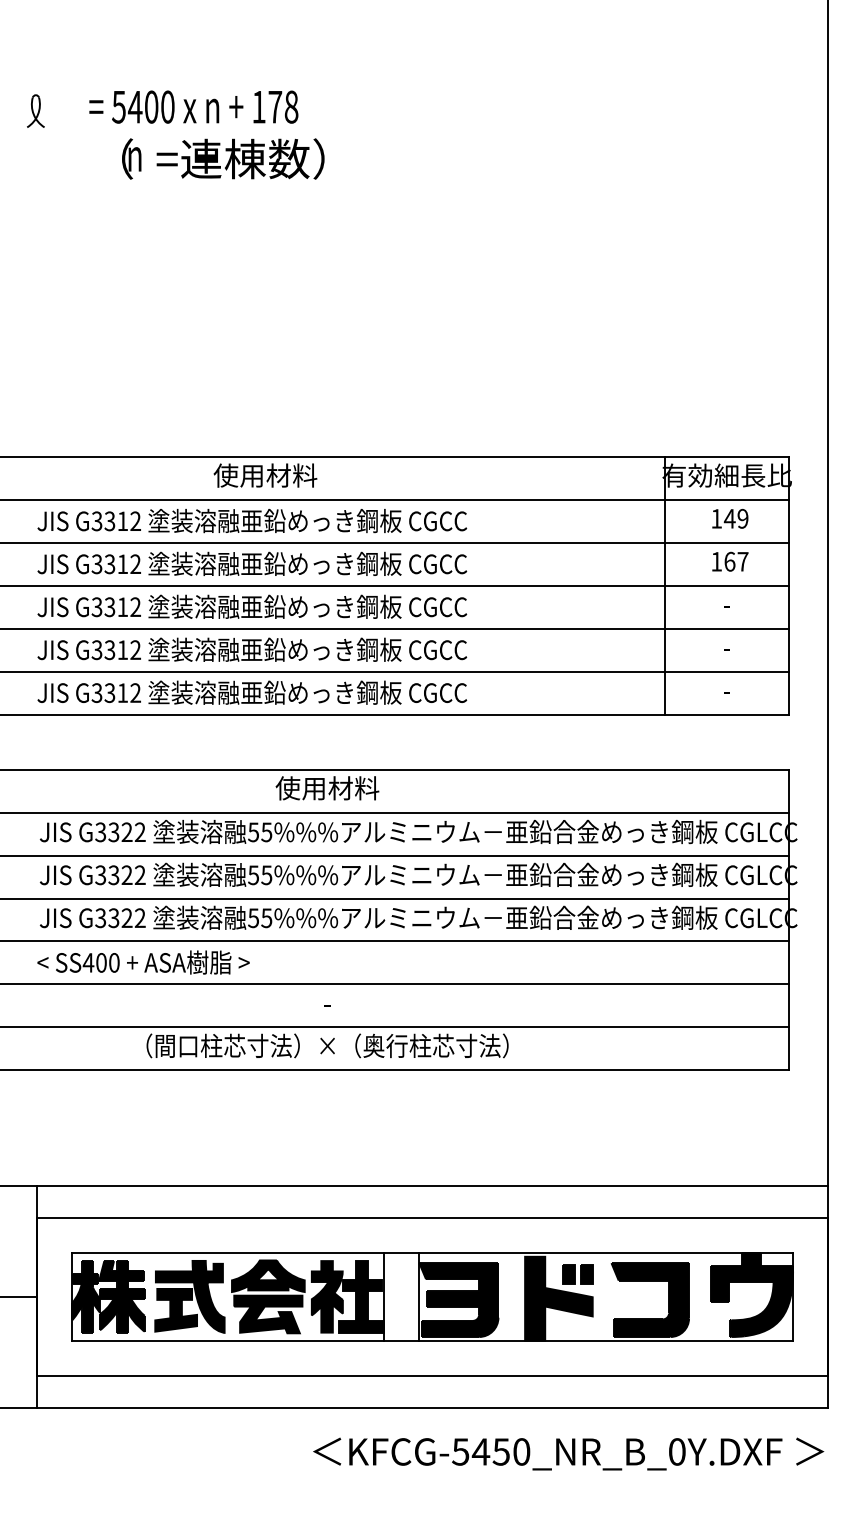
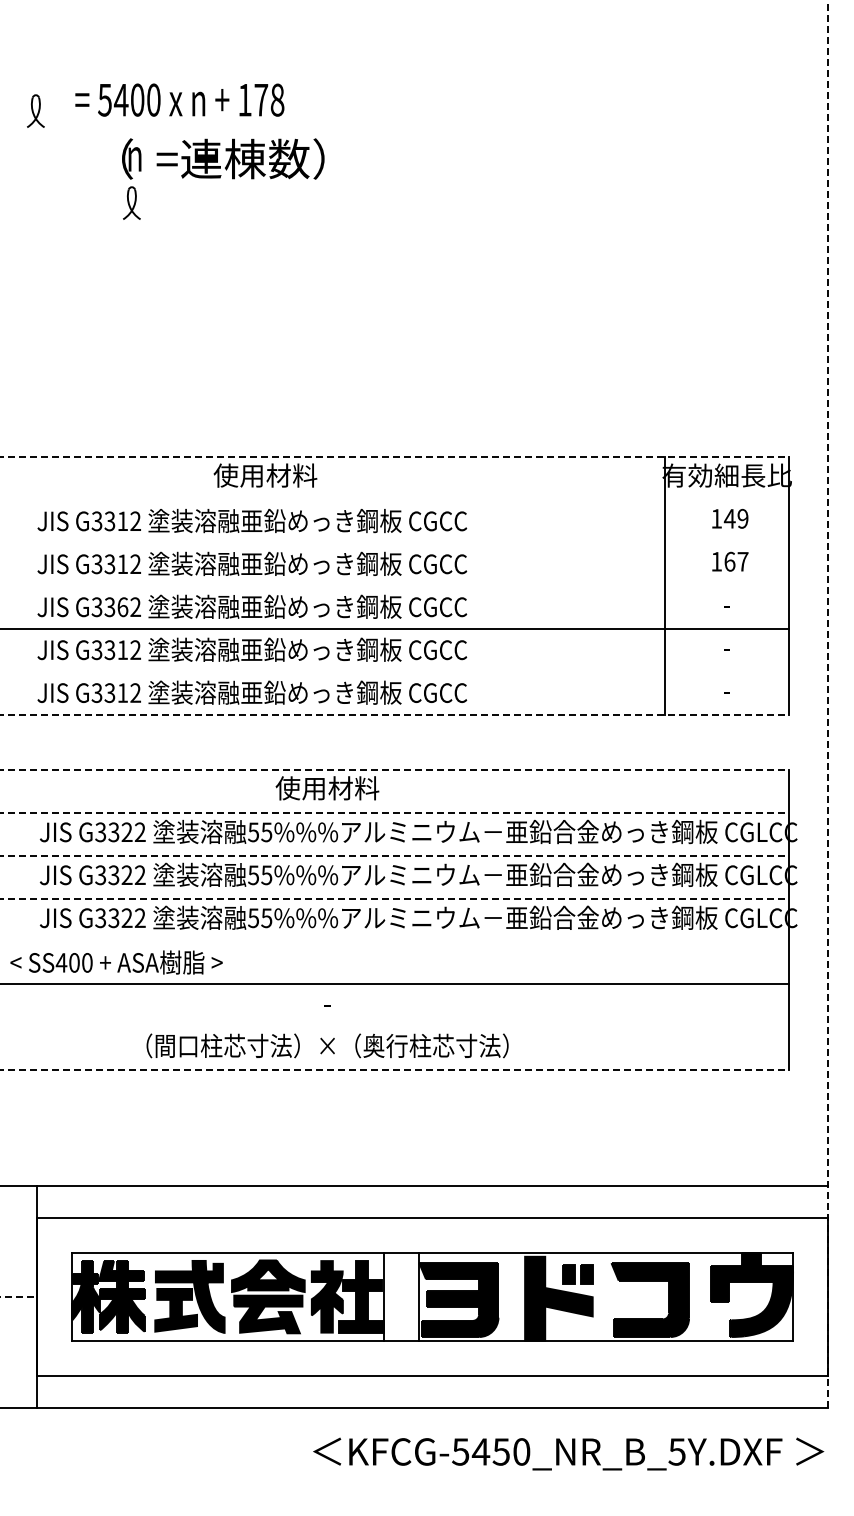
text at (193, 106) position: (193, 106) -> (179, 99)
part at (131, 202): none -> present
line at (395, 456): solid -> dashed
line at (395, 499): present -> none
line at (395, 542): present -> none
line at (395, 585): present -> none
text at (122, 607): G3312 -> G3362
line at (395, 671): present -> none
line at (828, 704): solid -> dashed
line at (395, 714): solid -> dashed
line at (395, 769): solid -> dashed
line at (395, 812): solid -> dashed
line at (395, 855): solid -> dashed
line at (395, 898): solid -> dashed
line at (395, 941): present -> none
text at (143, 962) position: (143, 962) -> (116, 962)
line at (395, 1027): present -> none
line at (395, 1070): solid -> dashed
line at (19, 1296): solid -> dashed
text at (676, 1451): KFCG-5450_NR_B_0Y.DXF -> KFCG-5450_NR_B_5Y.DXF
